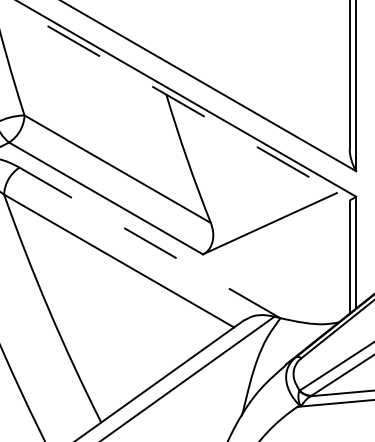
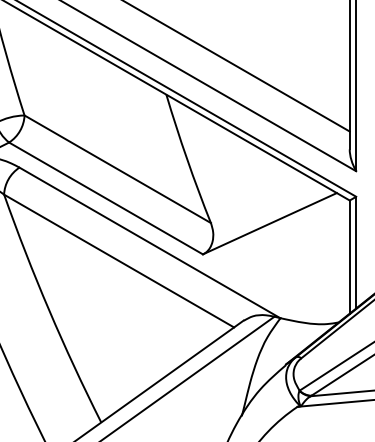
line at (237, 66): none -> present
line at (176, 100): dashed -> solid
line at (149, 242): dashed -> solid
